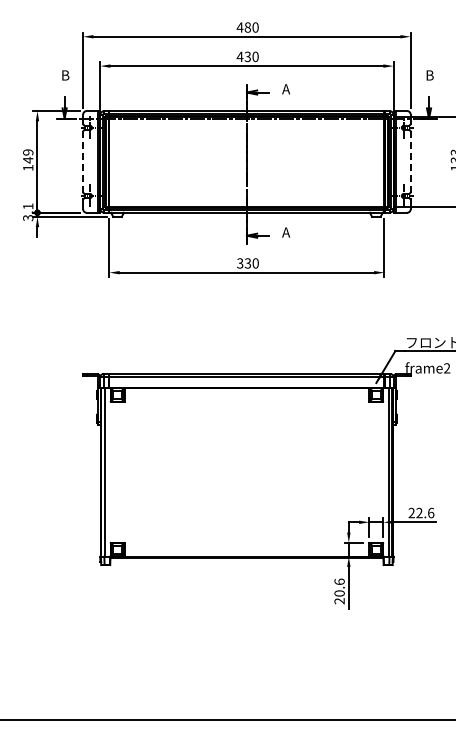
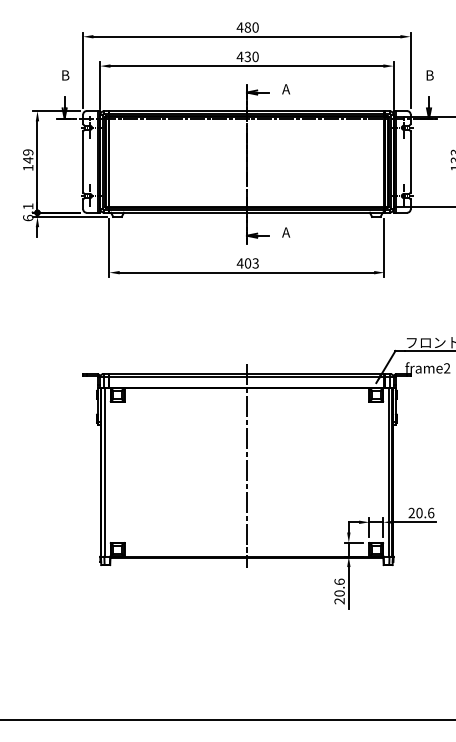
line at (83, 161): dashed -> solid
line at (410, 161): dashed -> solid
text at (28, 217): 3.1 -> 6.1
text at (247, 263): 330 -> 403
line at (246, 466): none -> present
text at (419, 513): 22.6 -> 20.6
